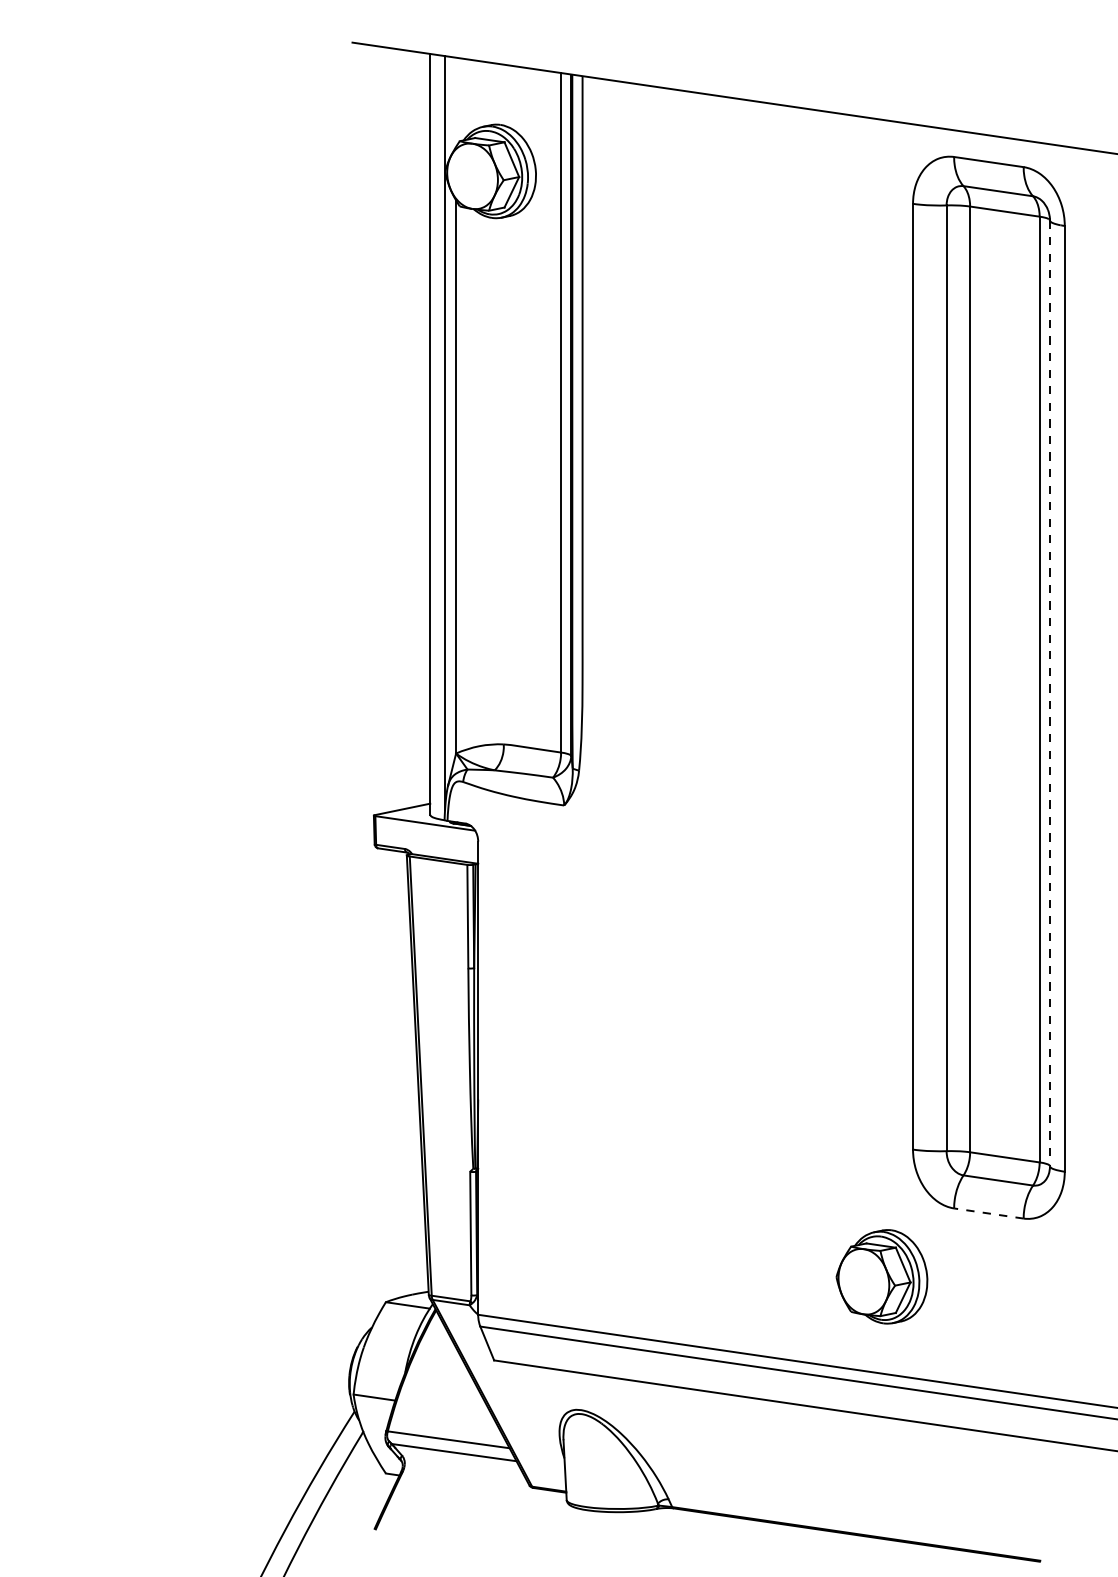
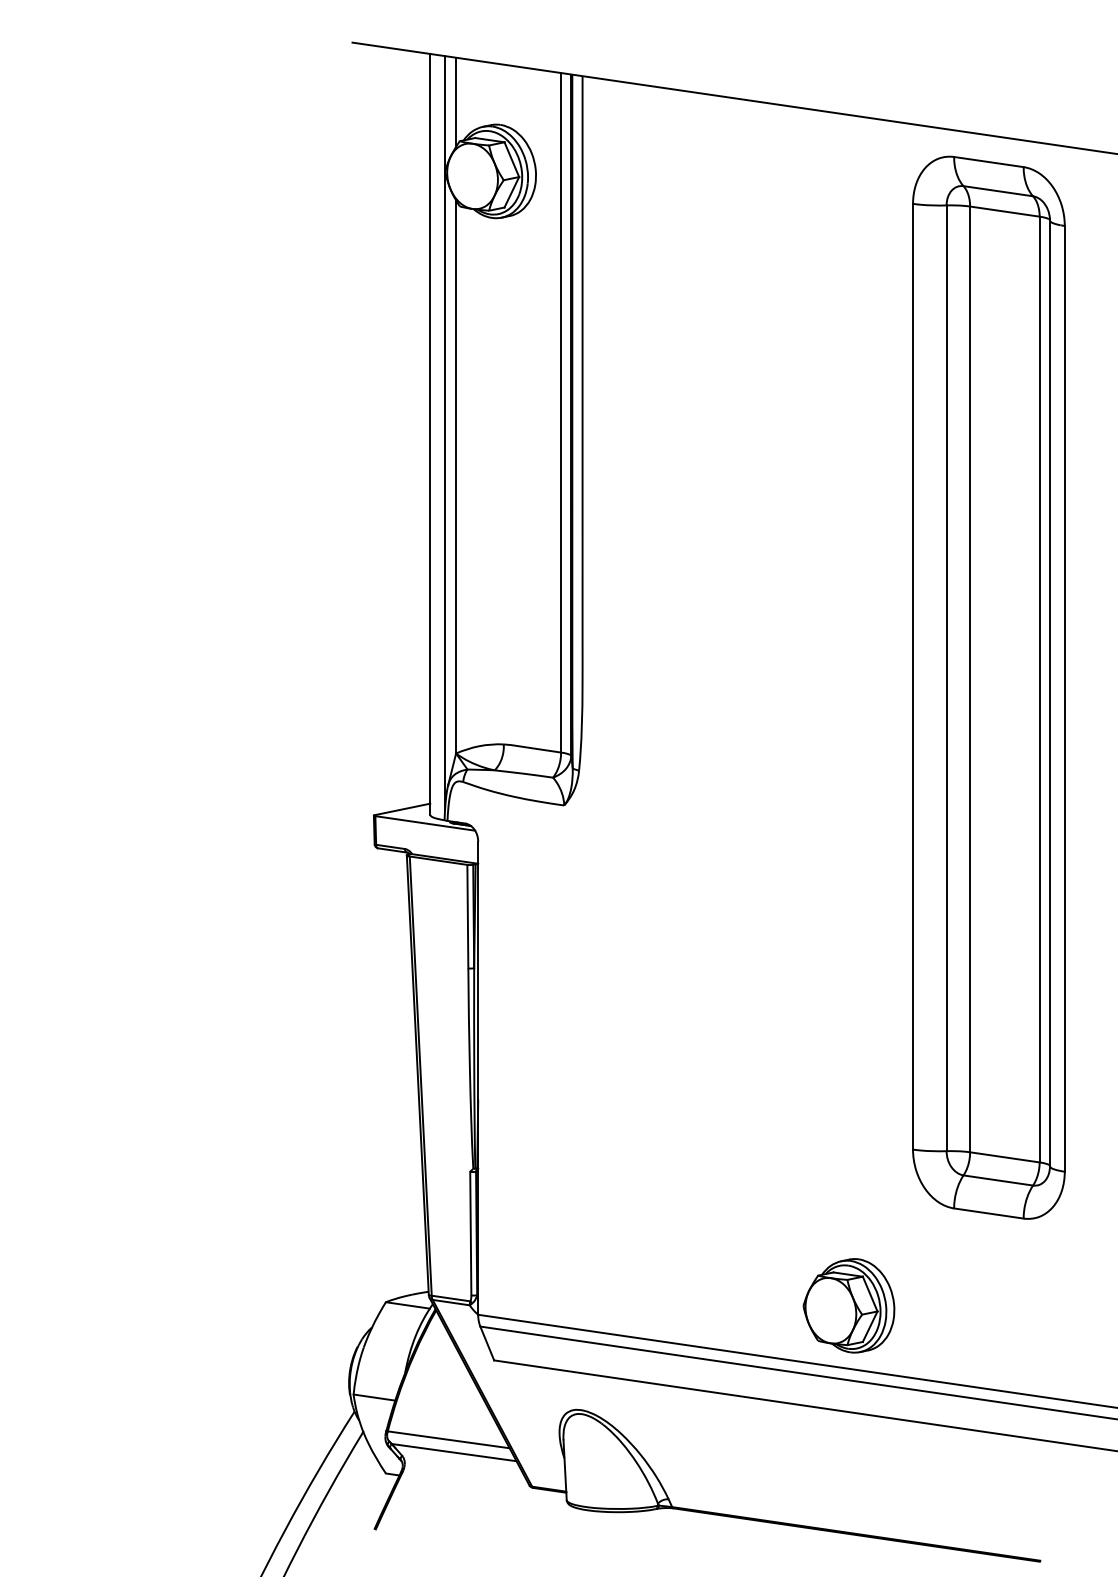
line at (456, 101): none -> present
line at (1049, 693): dashed -> solid
line at (988, 1213): dashed -> solid
part at (881, 1276) position: (881, 1276) -> (848, 1305)
